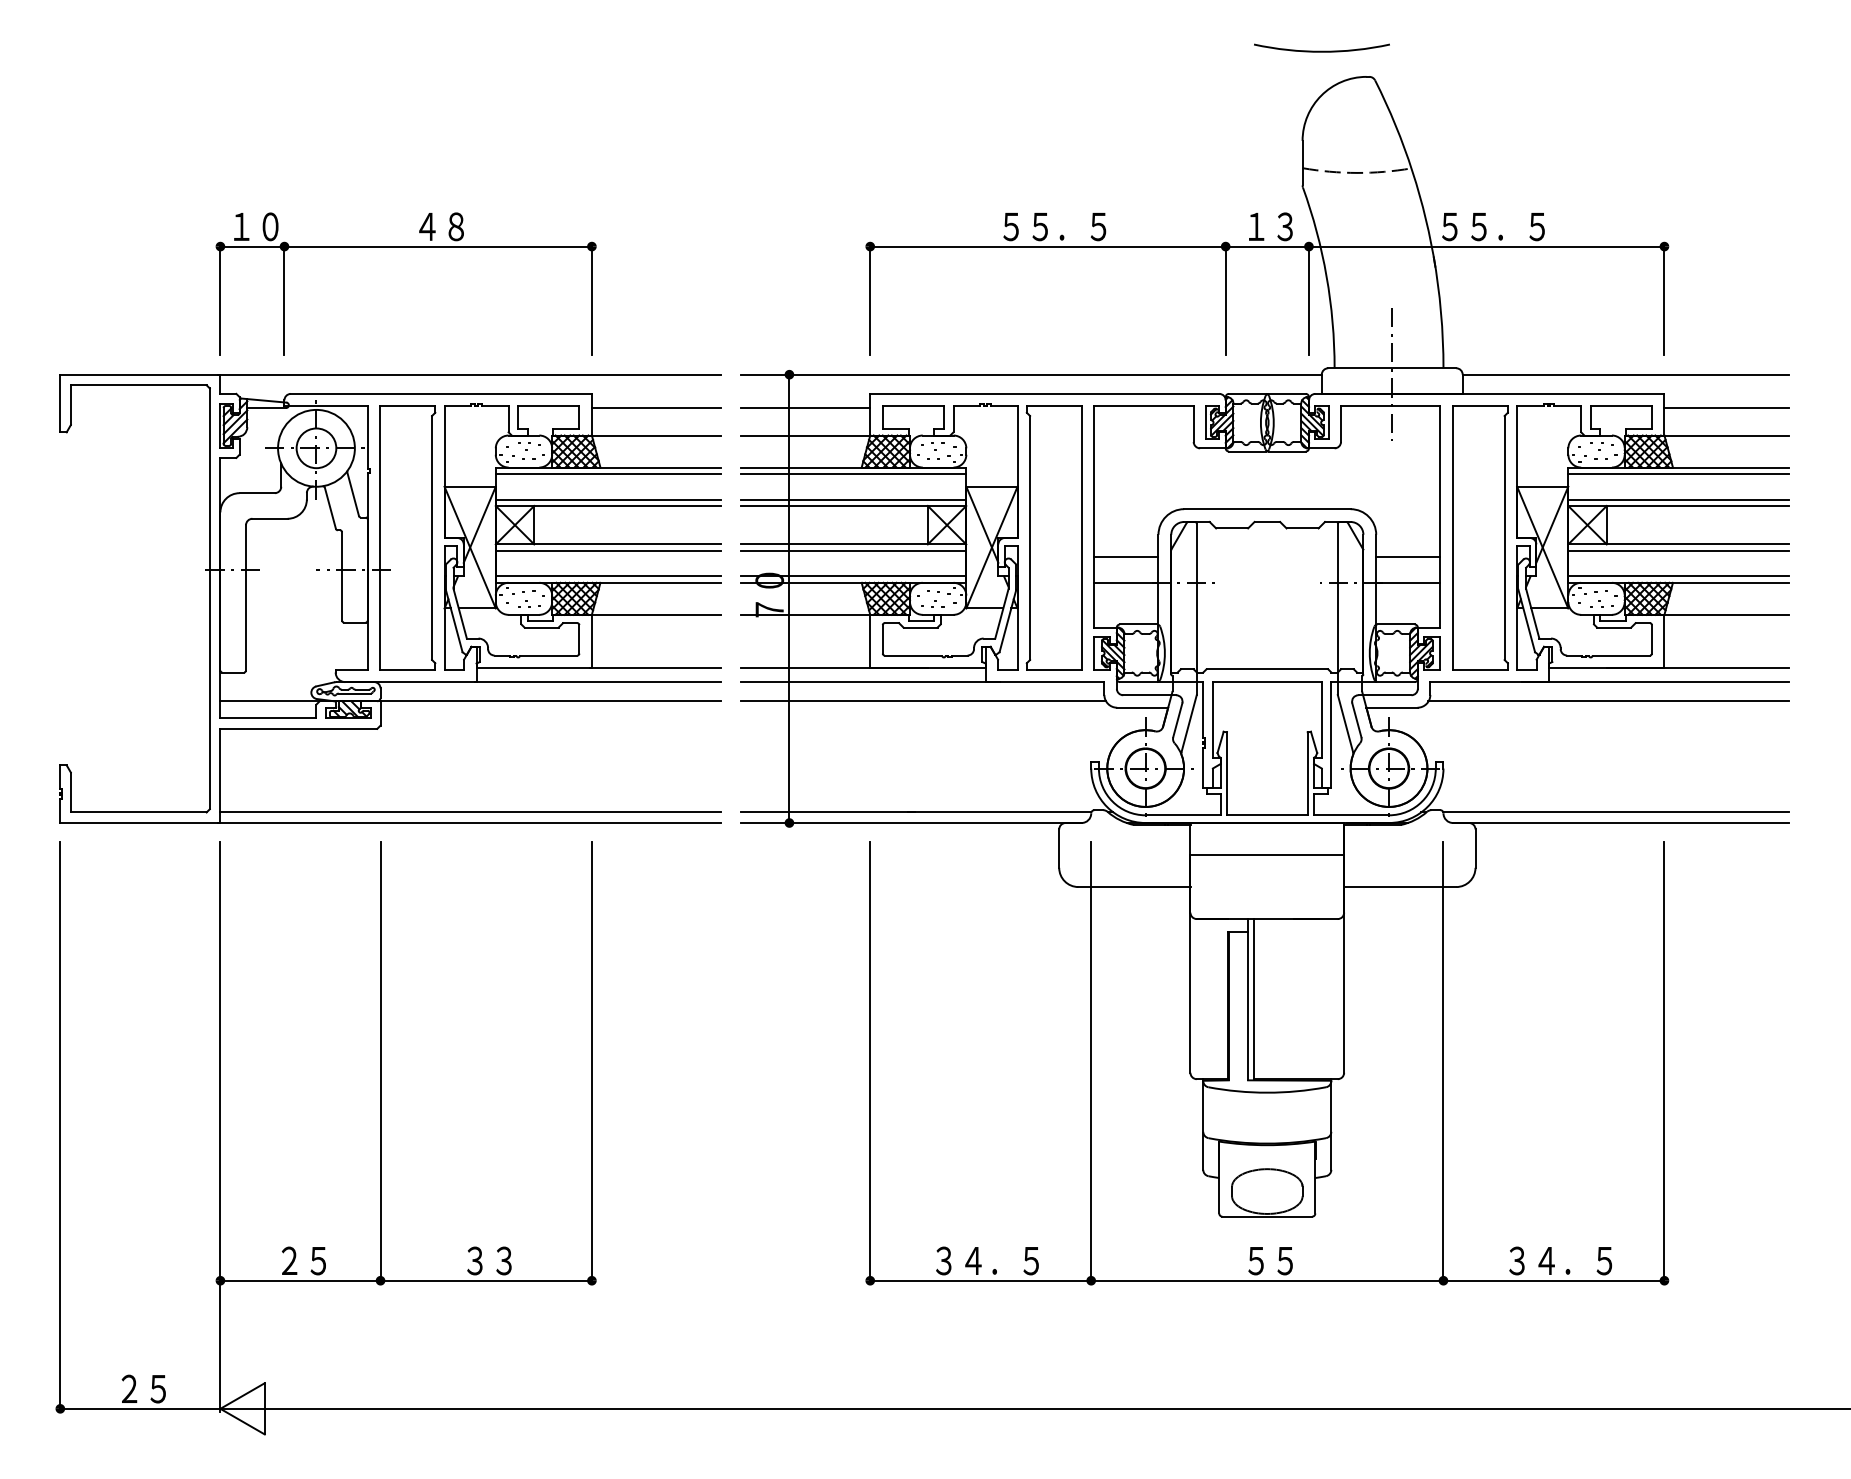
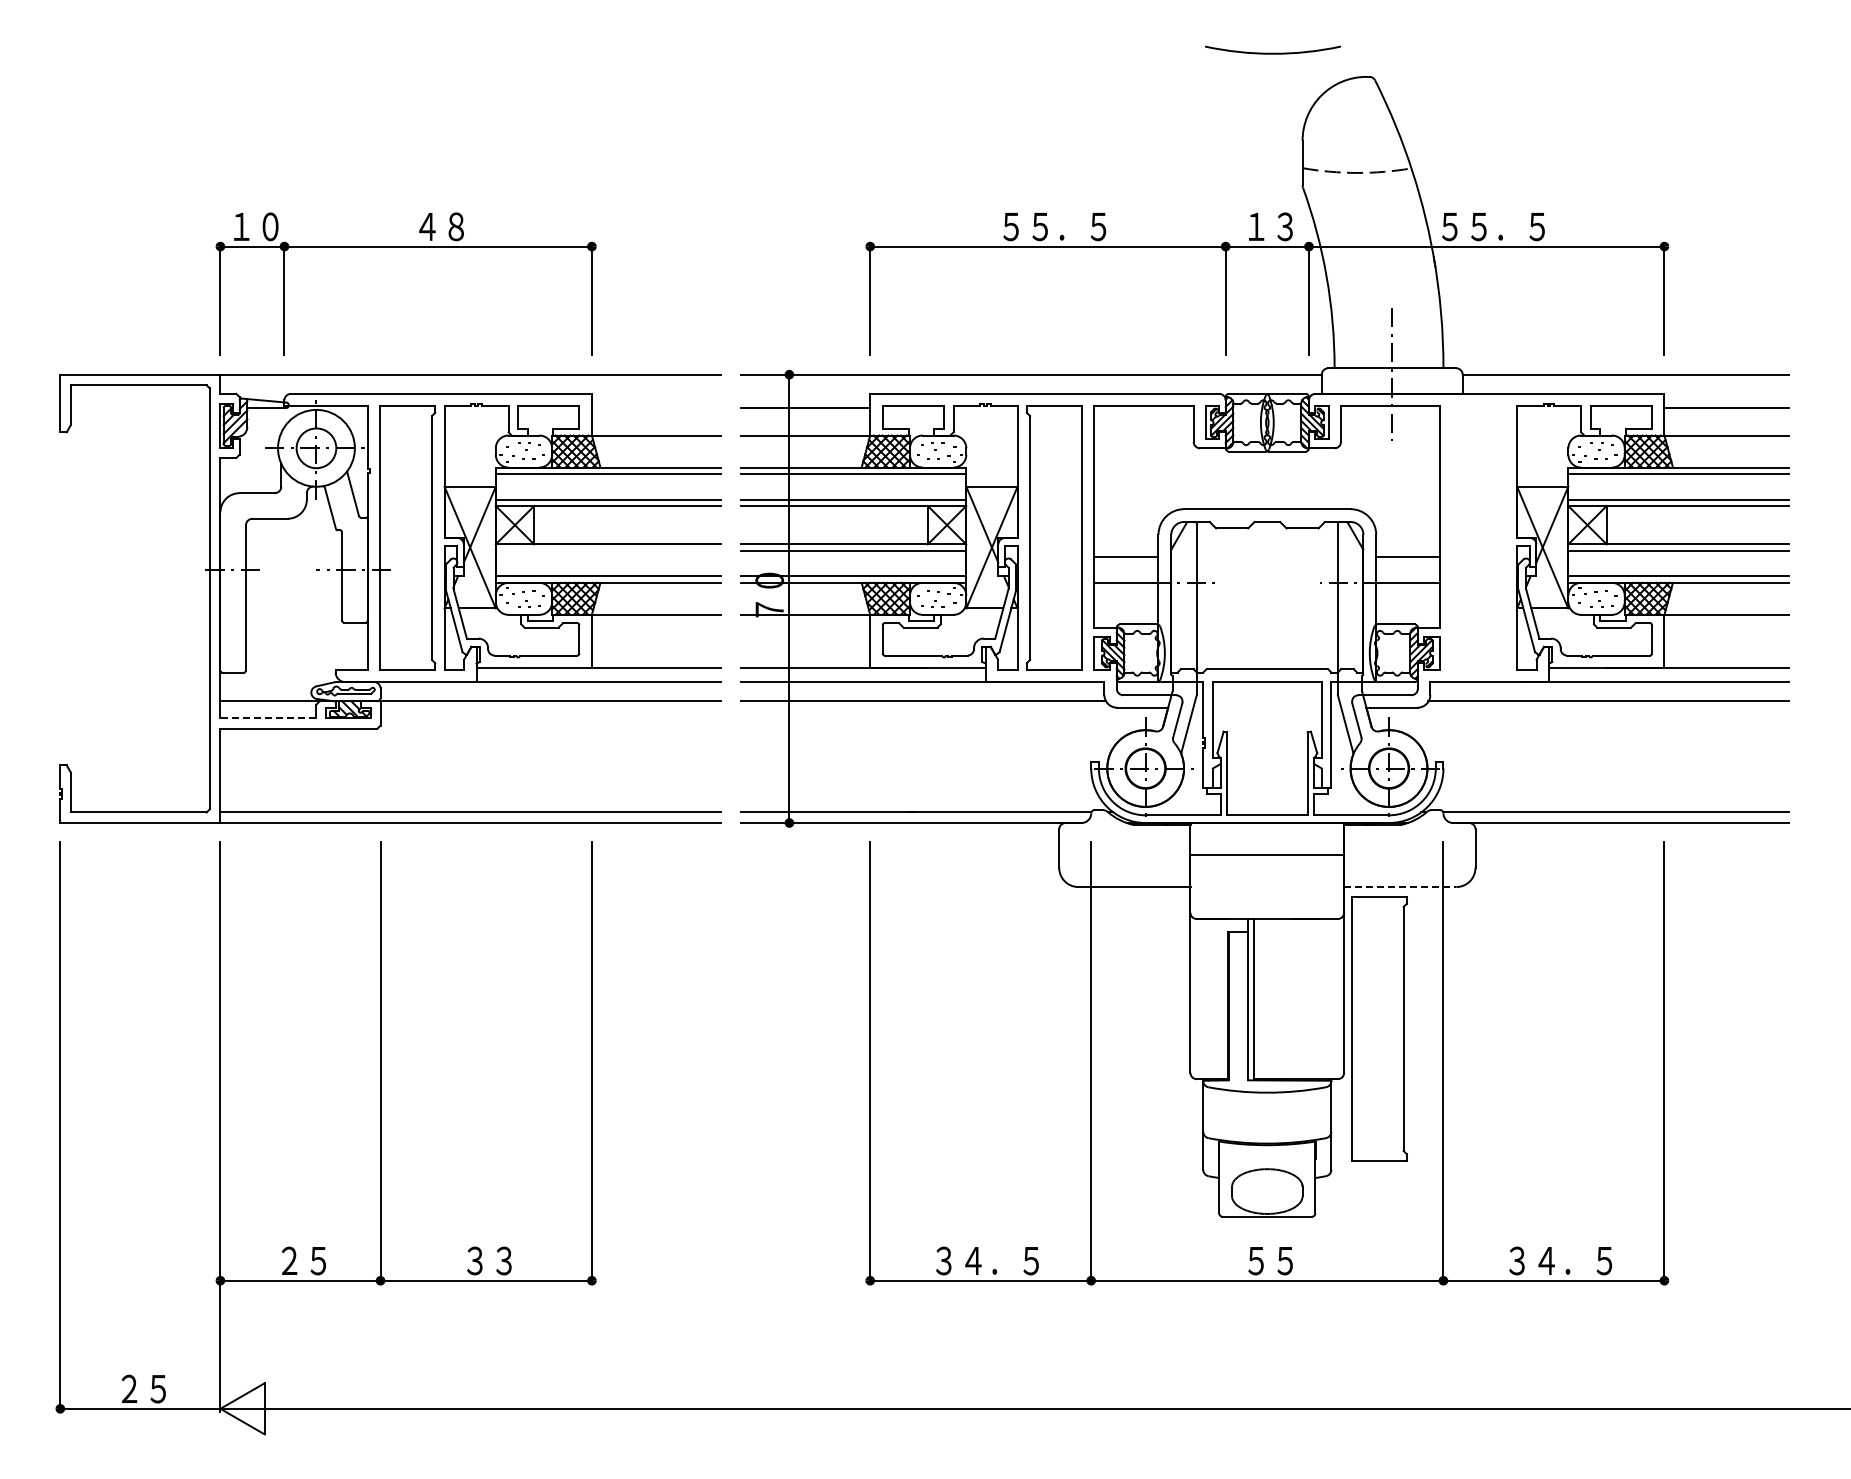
arc at (1321, 50) position: (1321, 50) -> (1272, 52)
line at (656, 407): present -> none
part at (1480, 537) position: (1480, 537) -> (1379, 1028)
line at (608, 550): present -> none
line at (267, 718): solid -> dashed
line at (1400, 887): solid -> dashed
